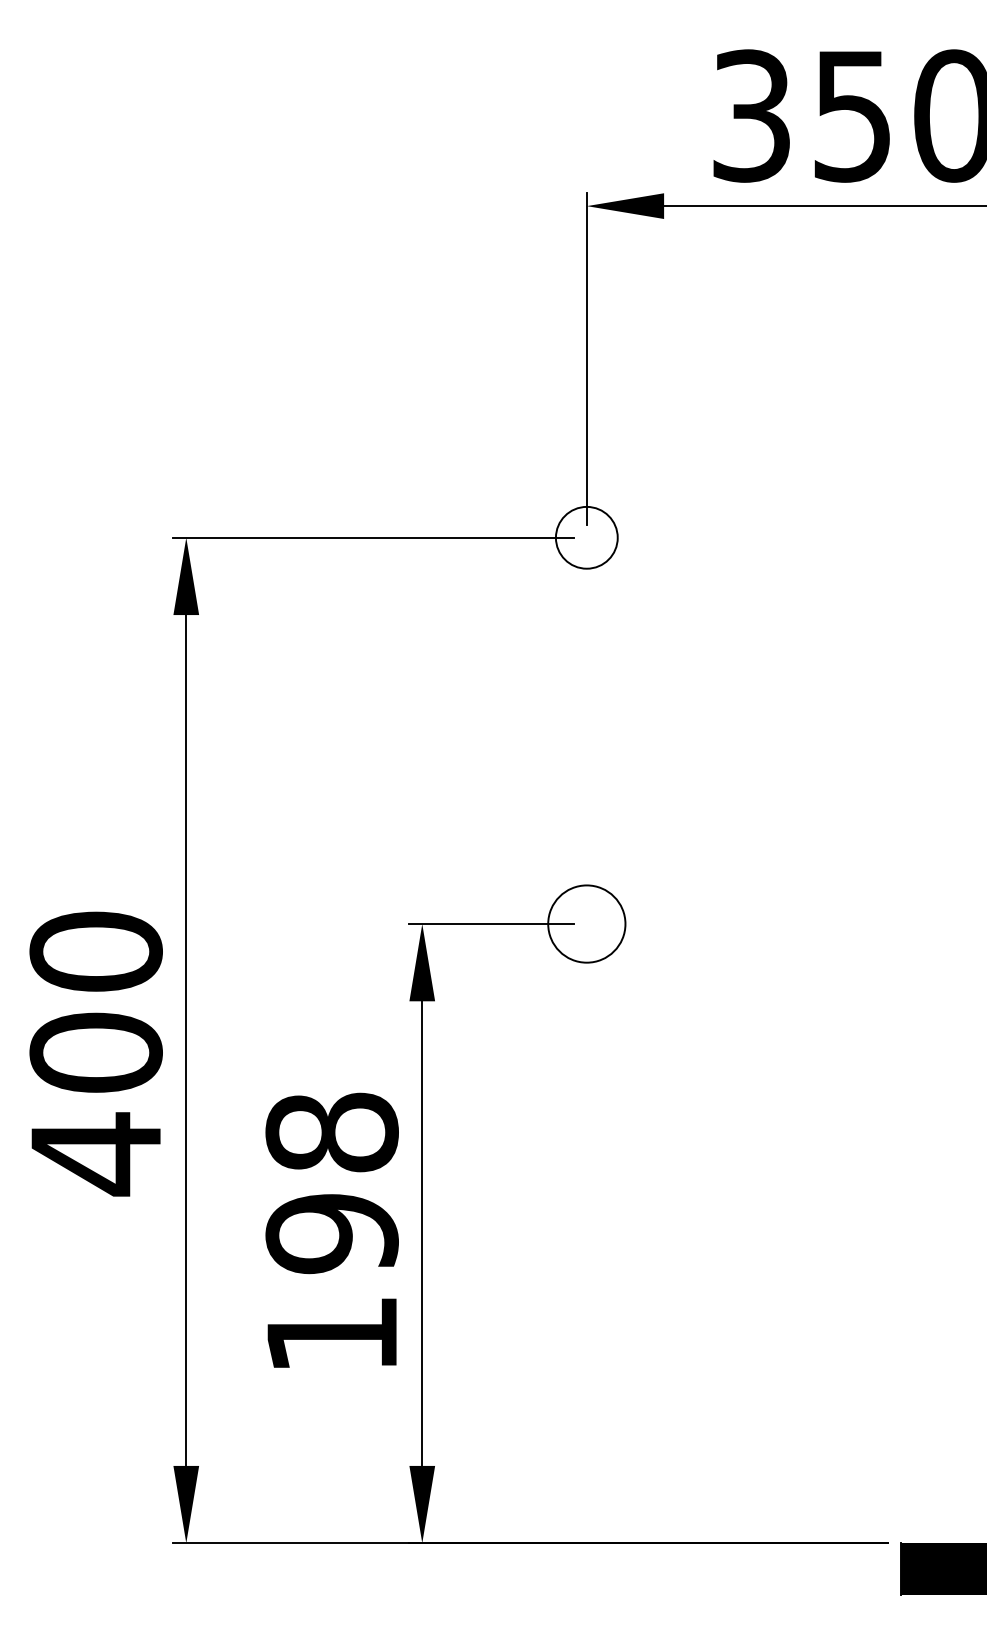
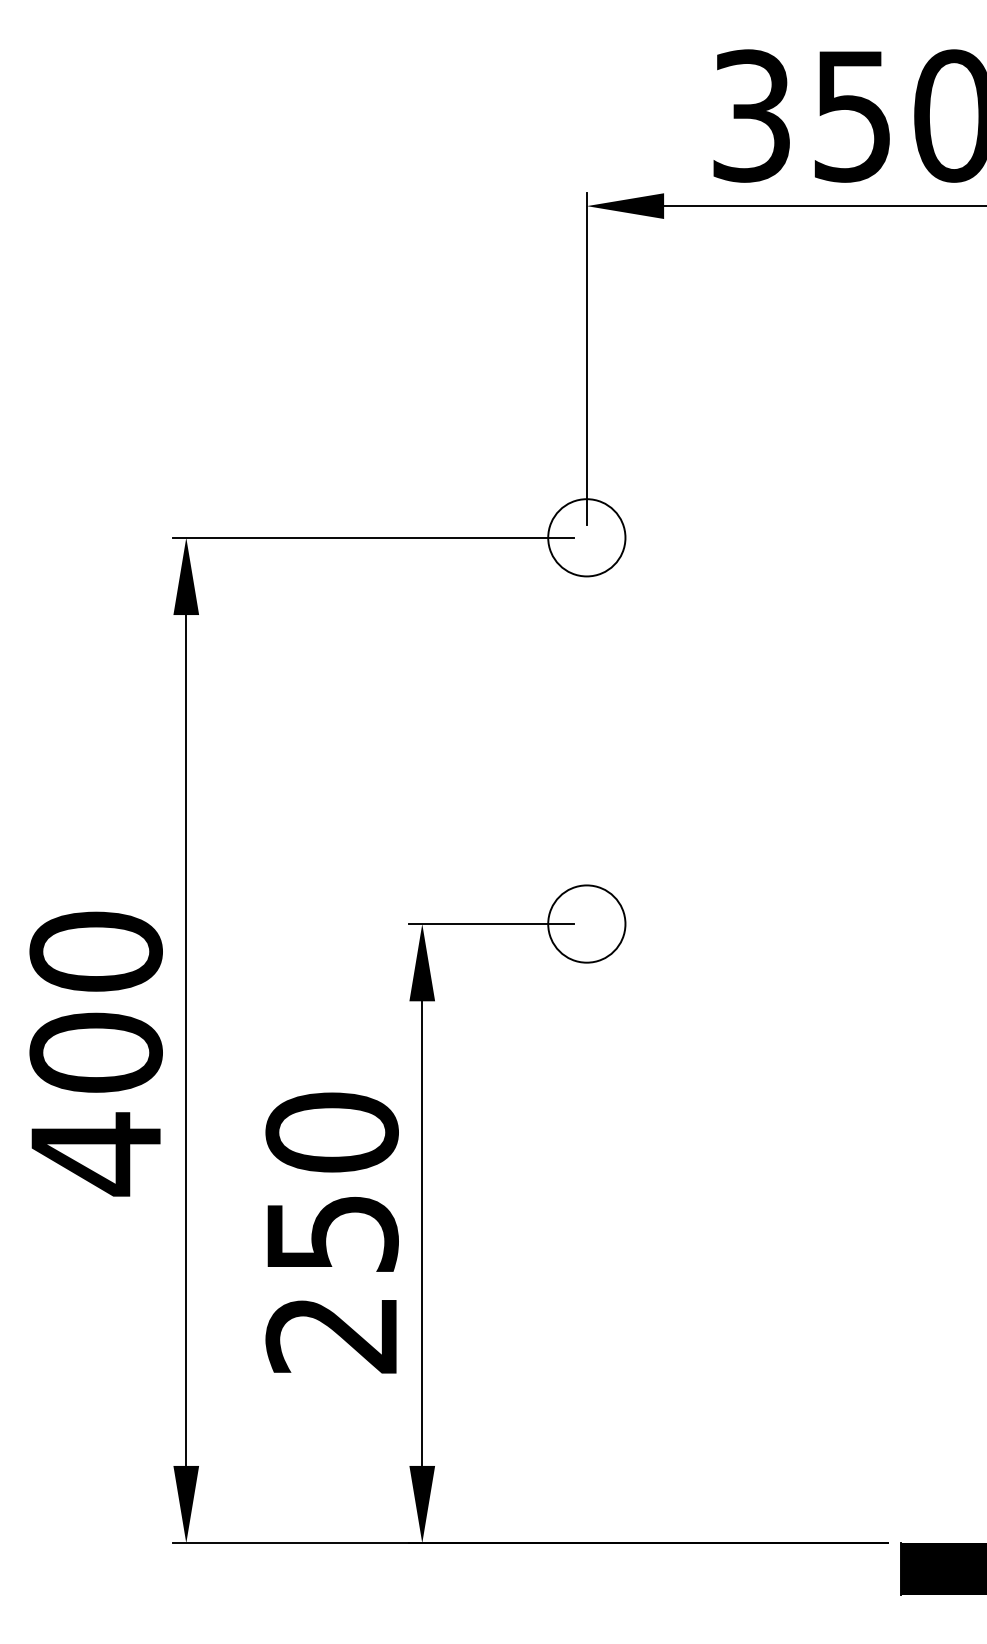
circle at (586, 537) diameter: 62 px -> 77 px
text at (331, 1232): 198 -> 250
